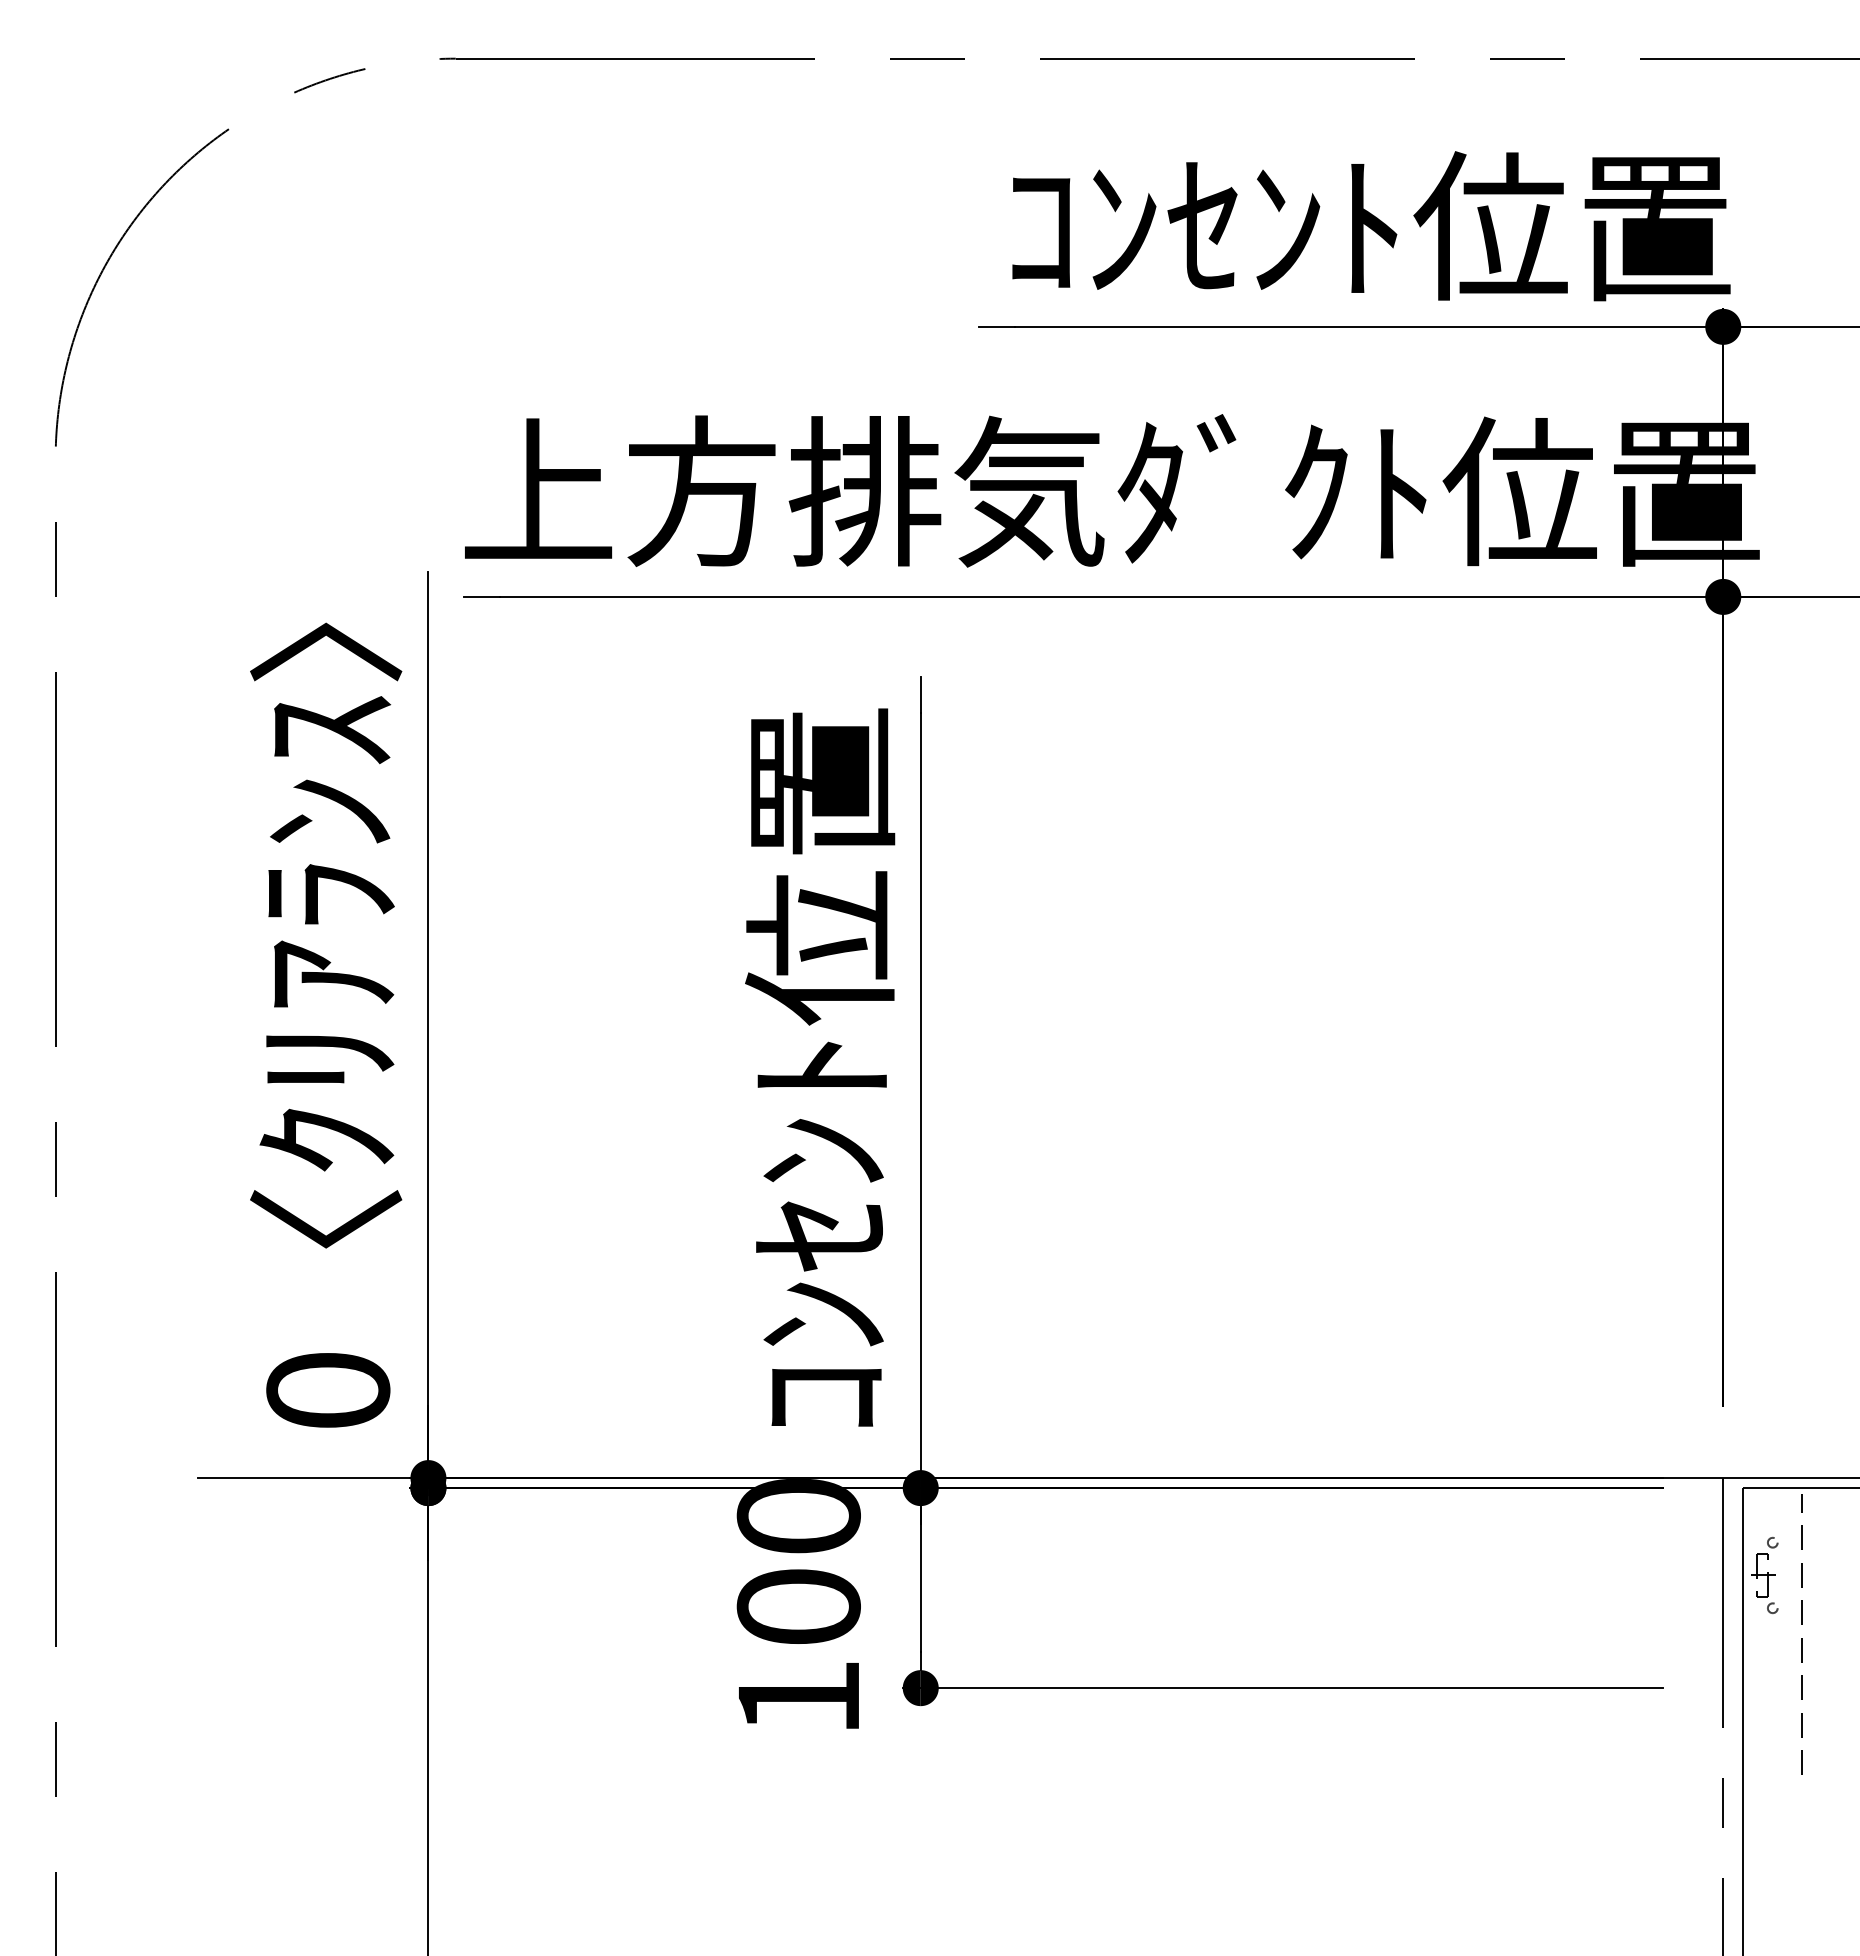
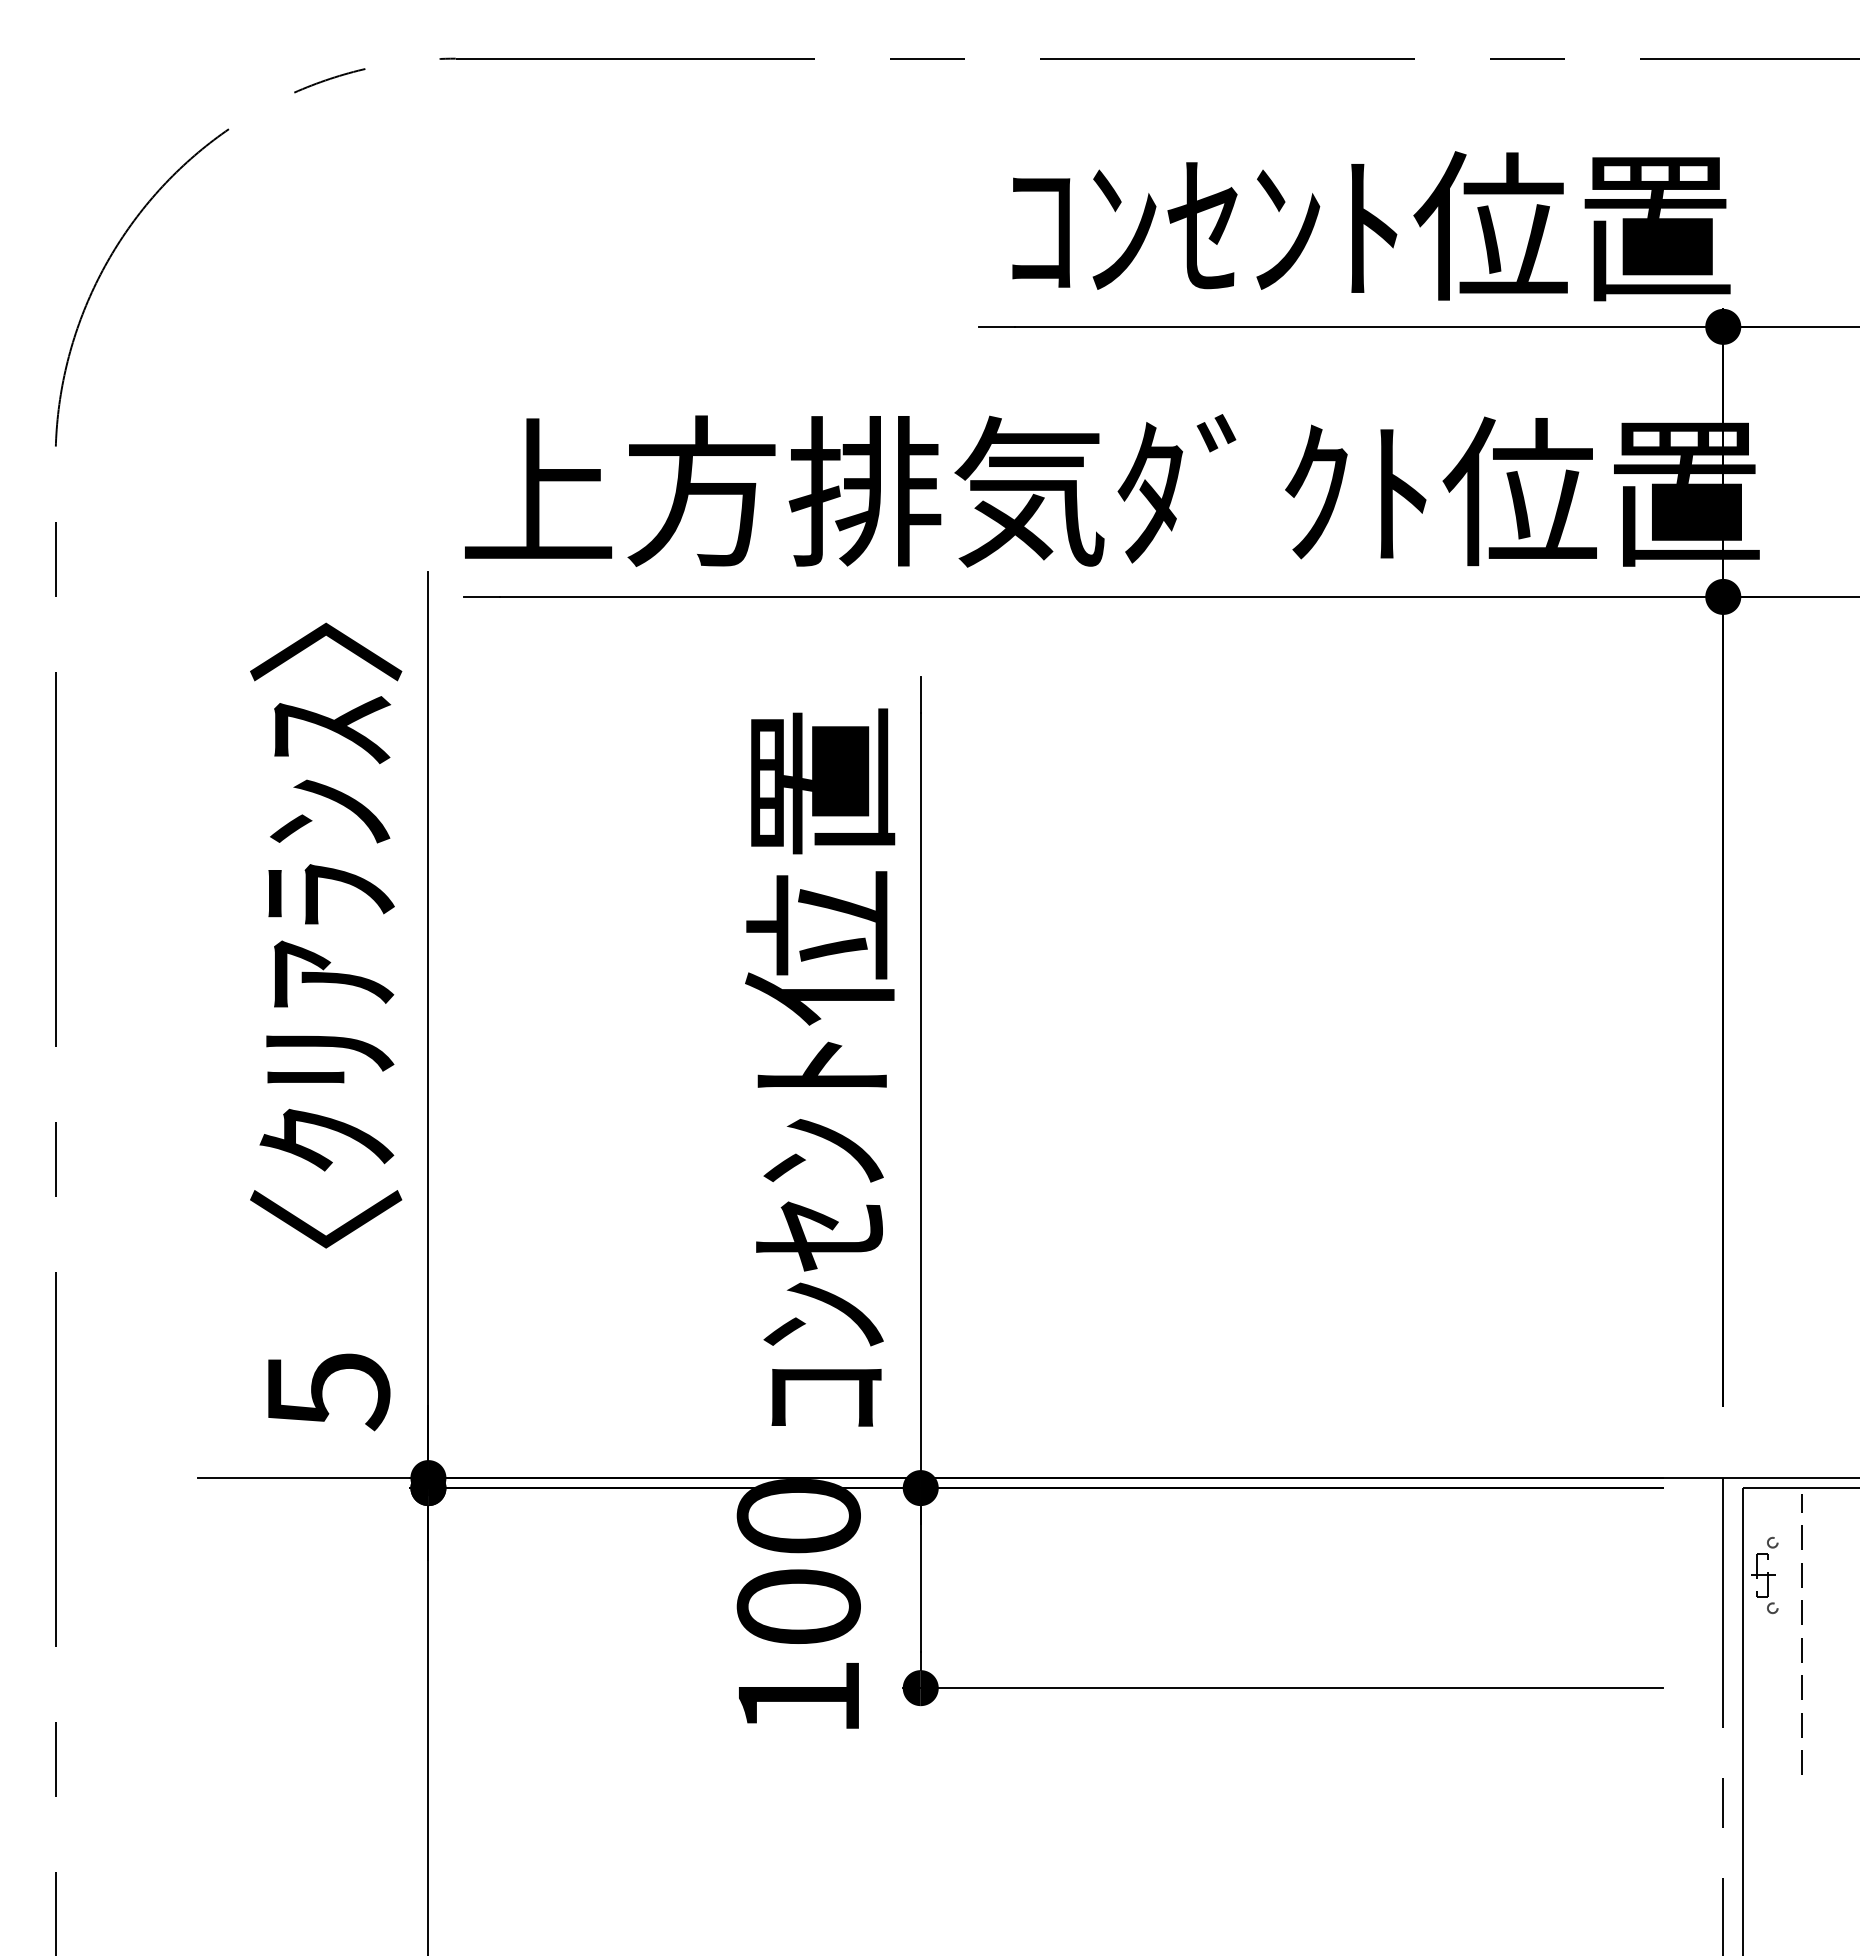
text at (328, 1392): 0 -> 5
